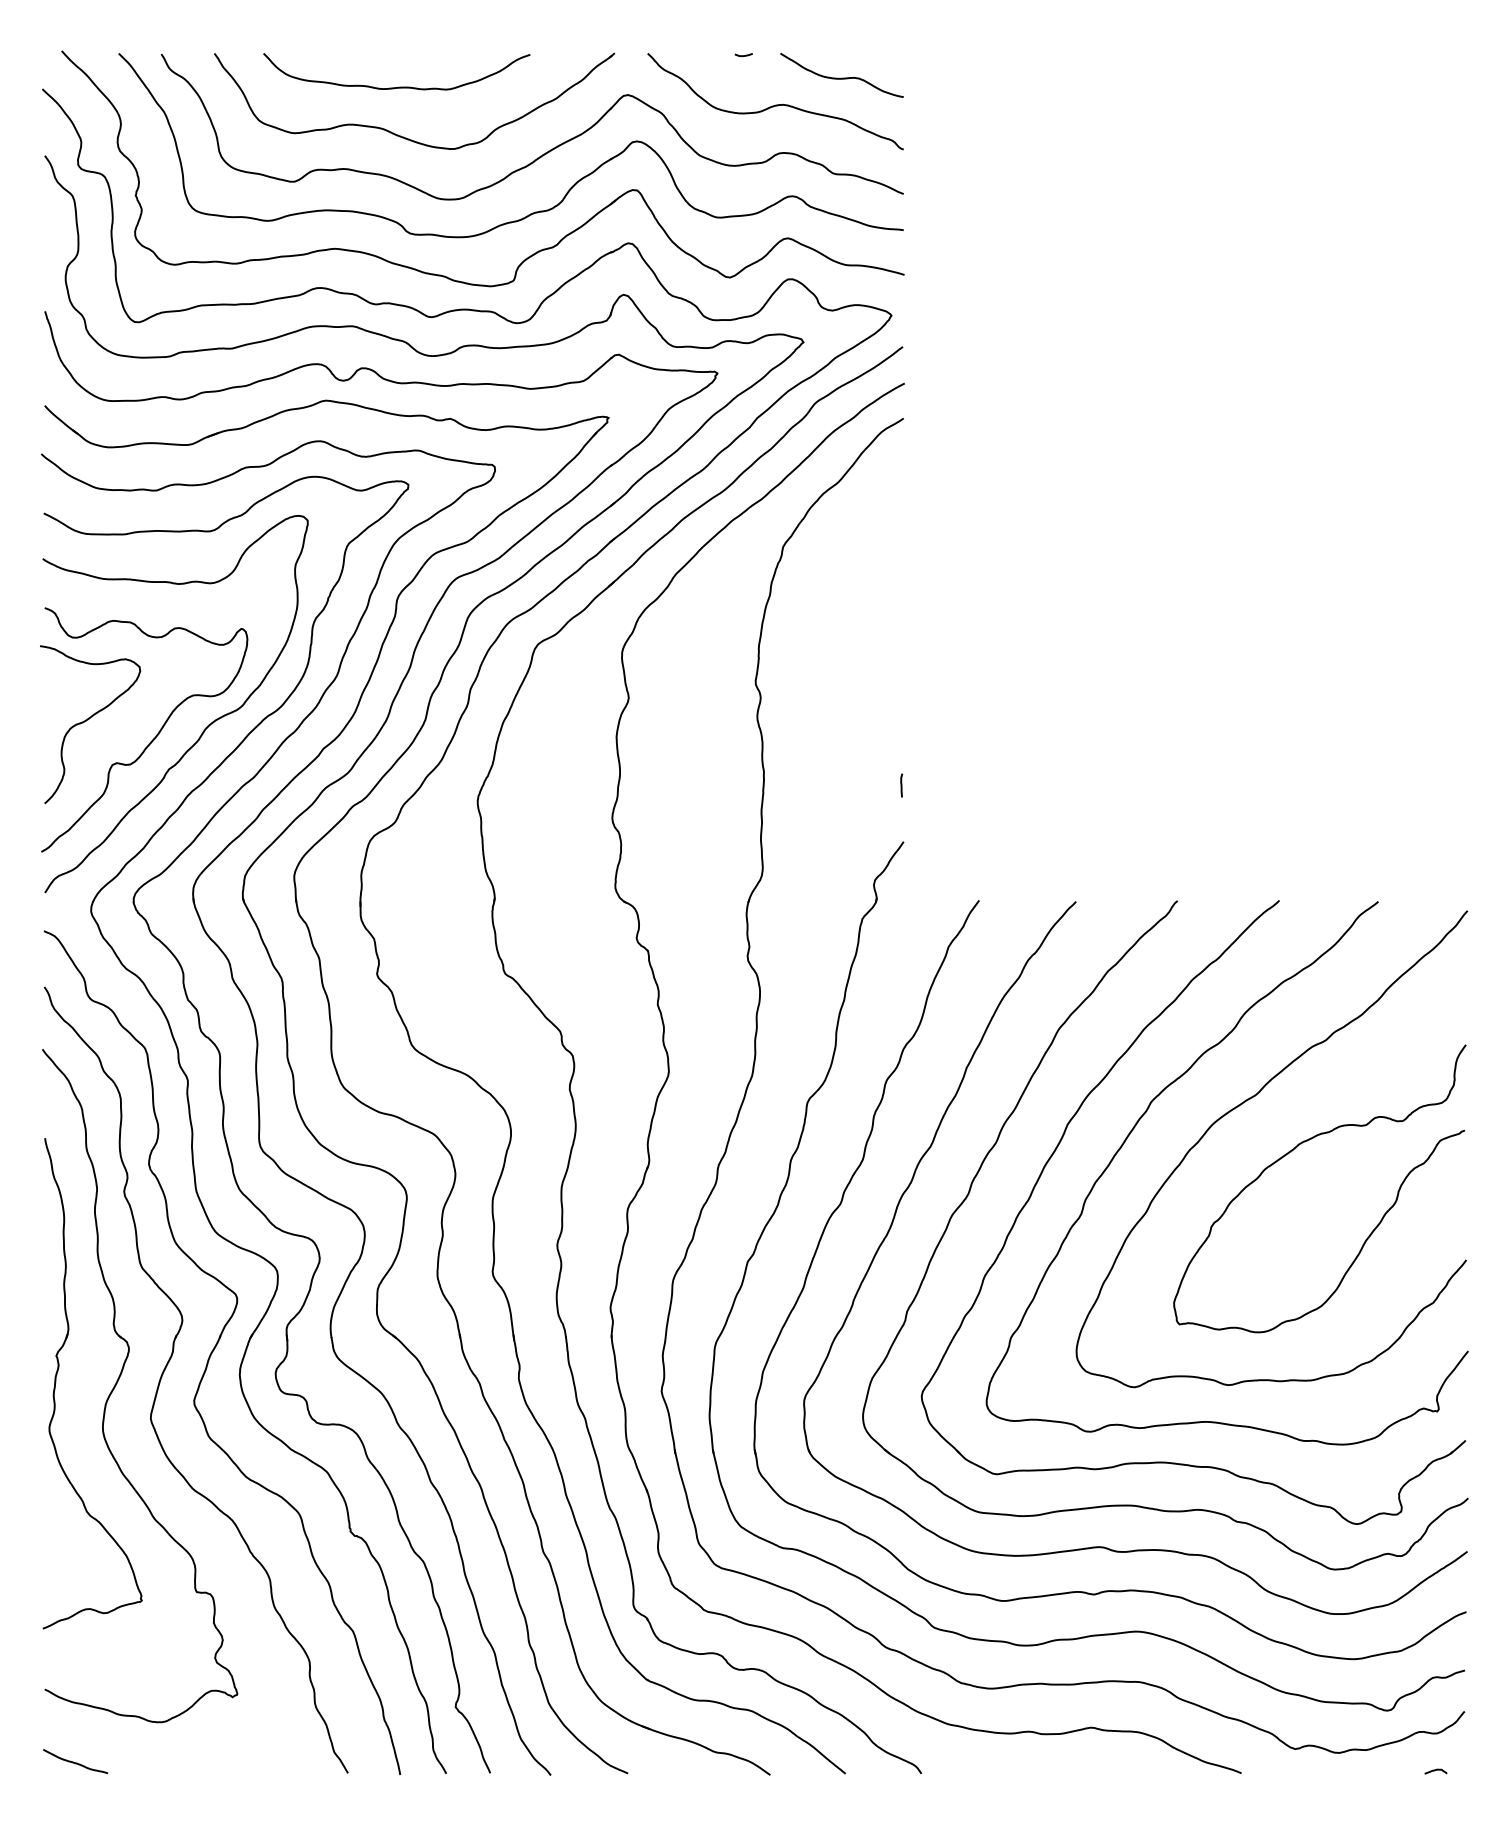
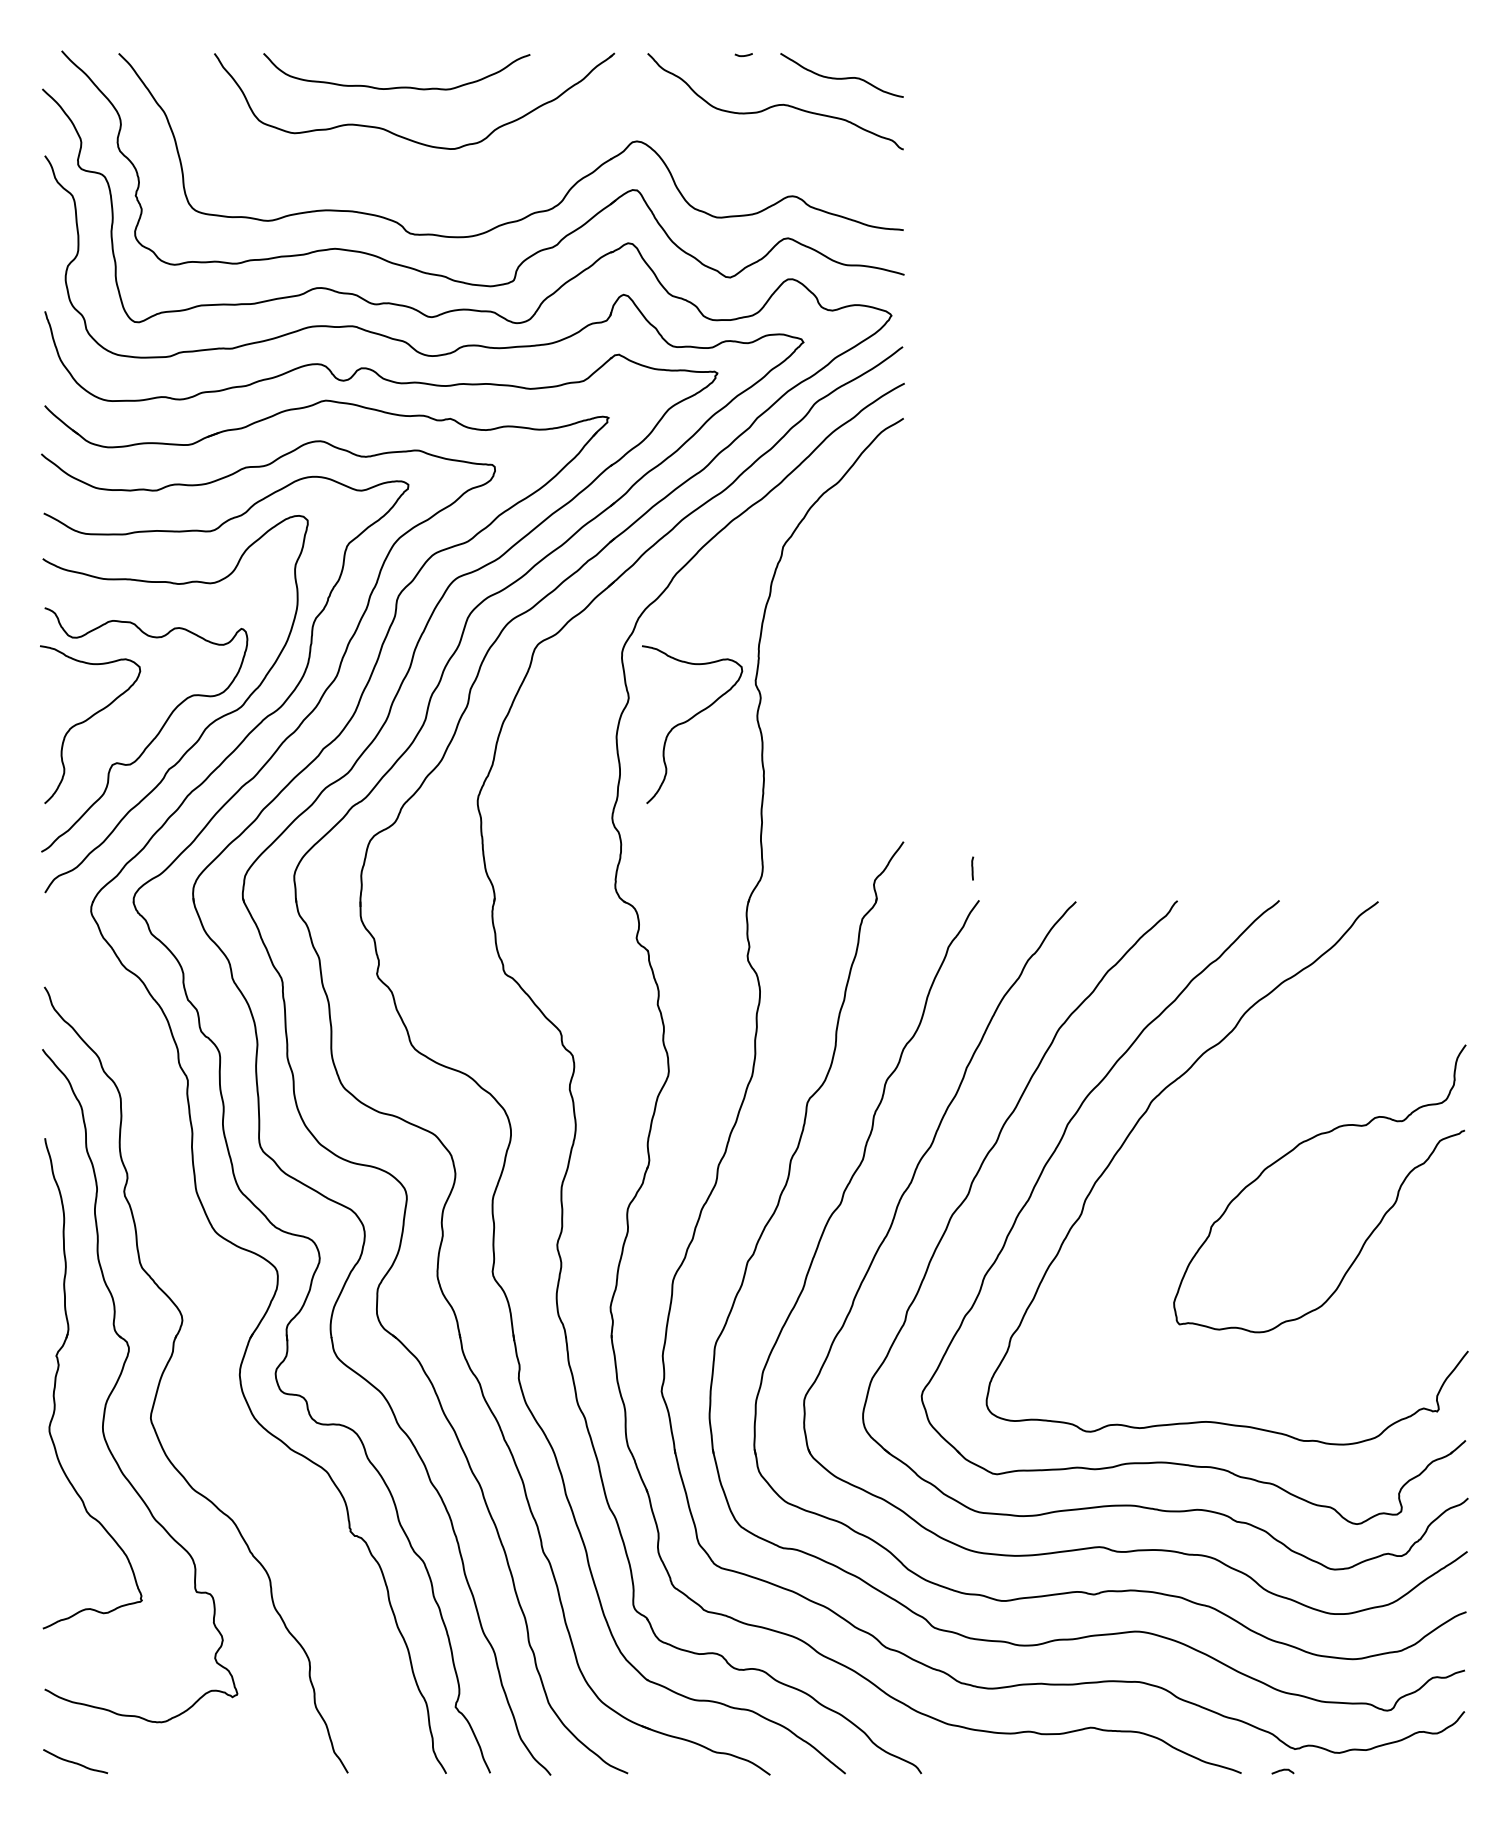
part at (548, 150): present -> none
curve at (689, 720): none -> present
line at (901, 785) position: (901, 785) -> (972, 868)
curve at (1242, 1104): present -> none
part at (215, 1348): present -> none
curve at (1435, 1771) position: (1435, 1771) -> (1282, 1771)
